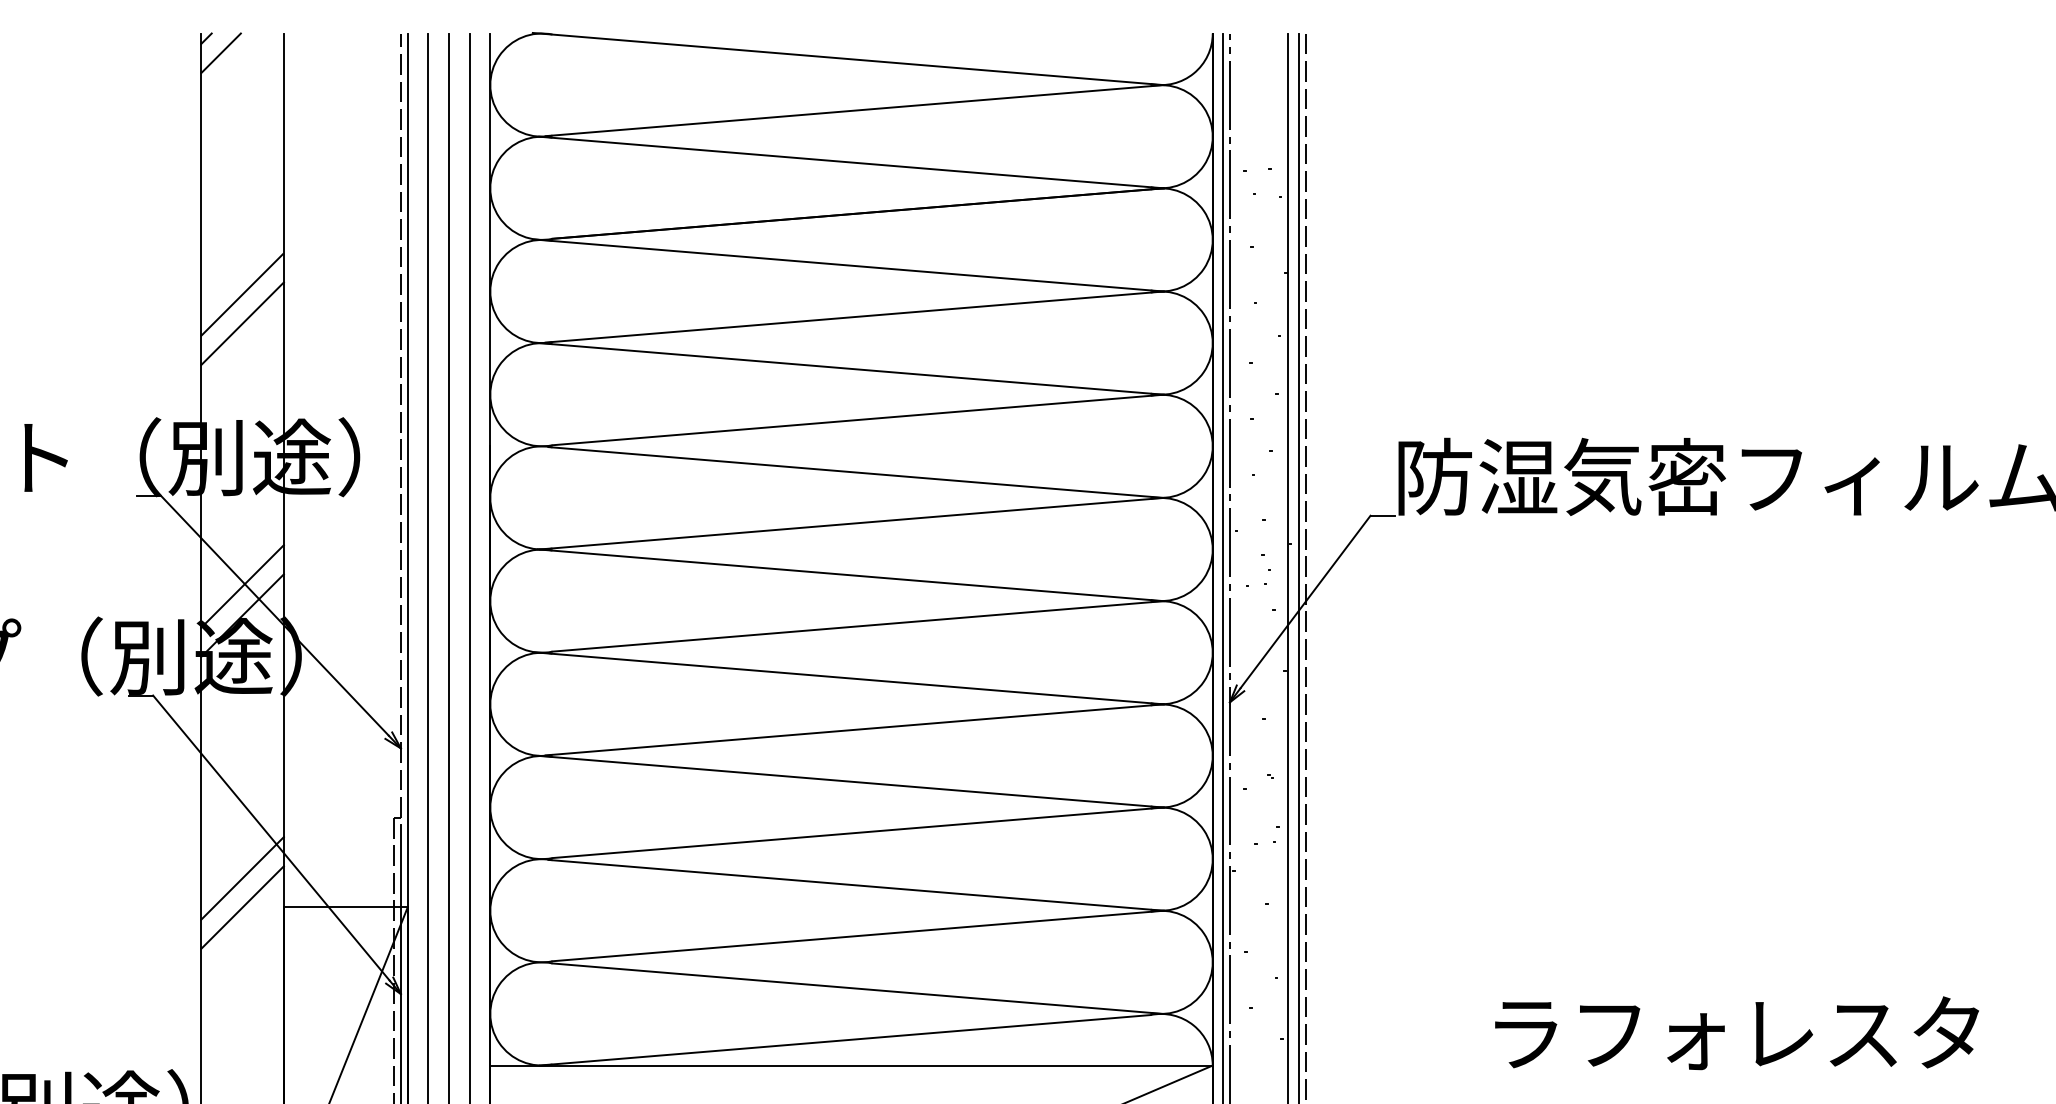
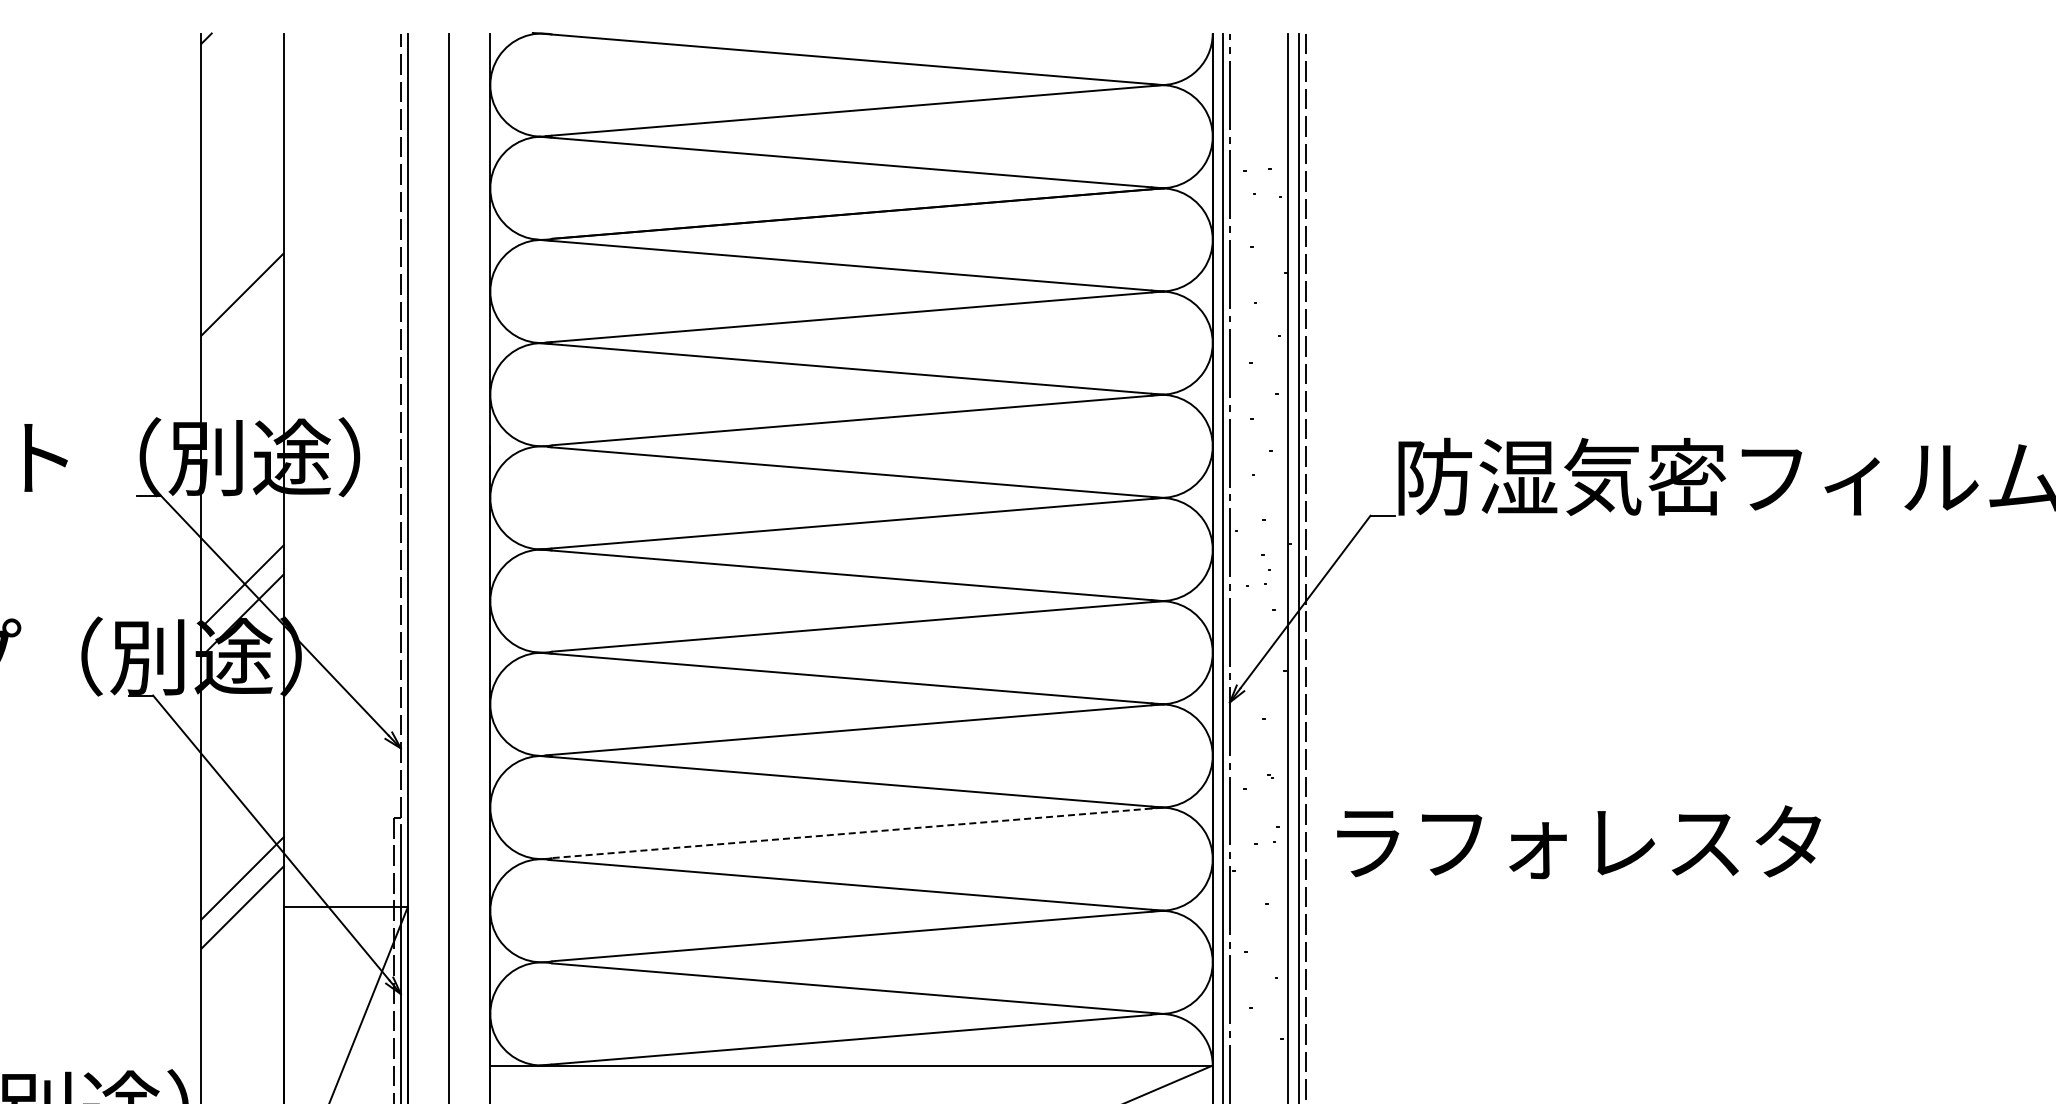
line at (220, 53): present -> none
line at (242, 323): present -> none
line at (428, 566): present -> none
line at (469, 566): present -> none
line at (858, 832): solid -> dashed
text at (1736, 1033) position: (1736, 1033) -> (1578, 842)
